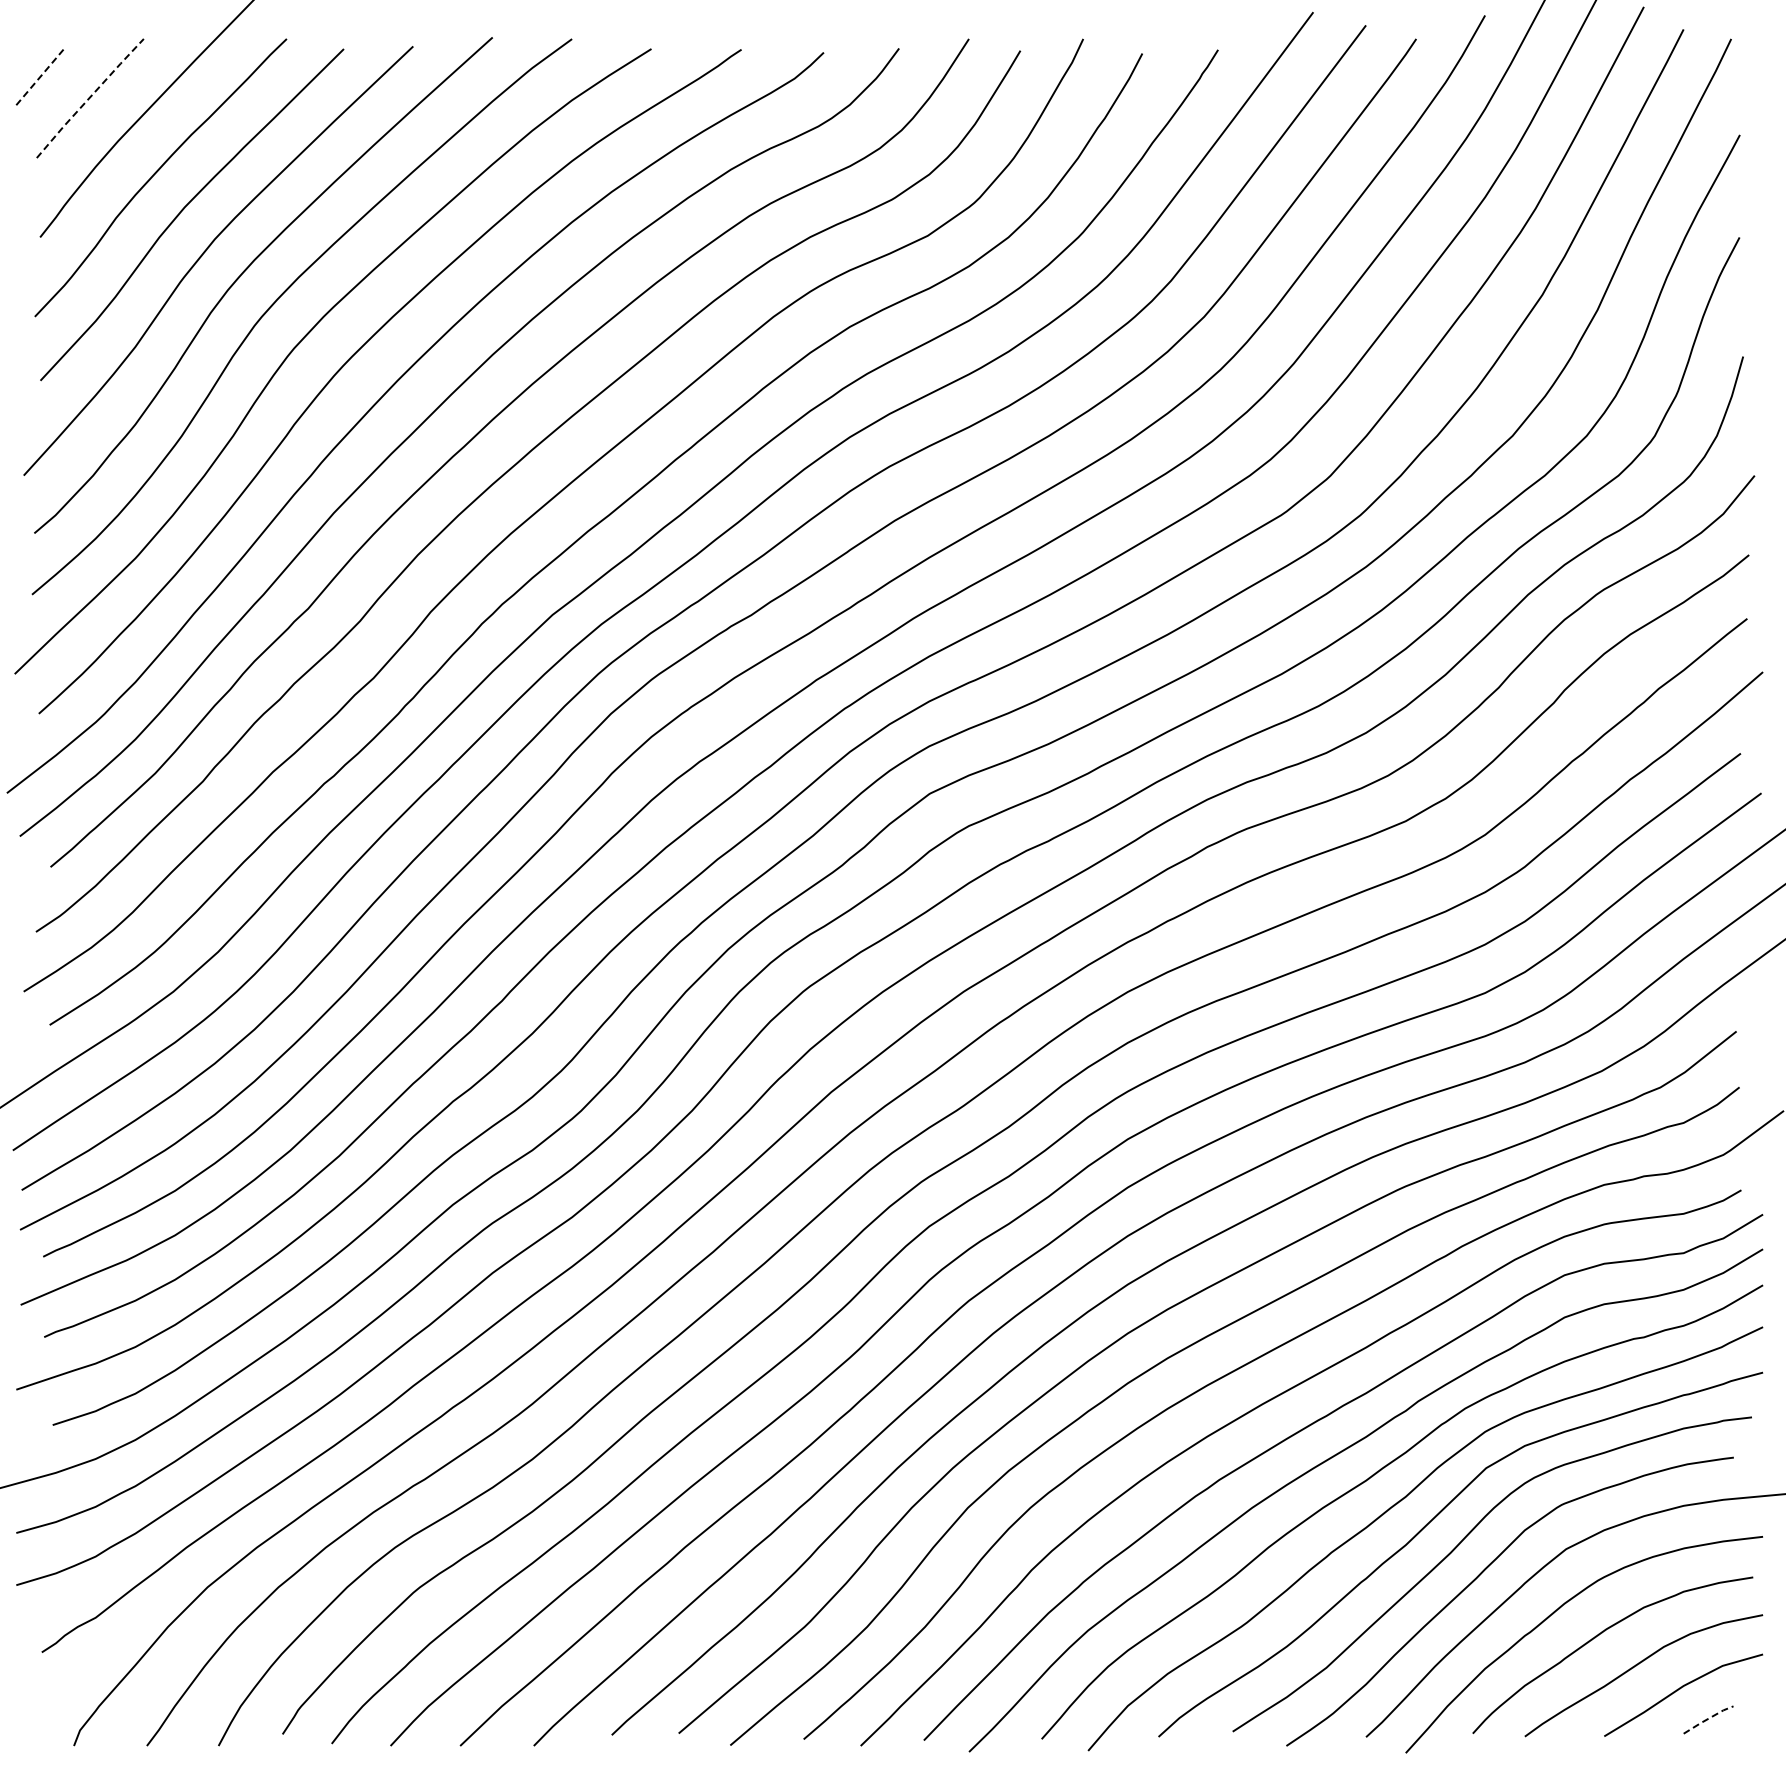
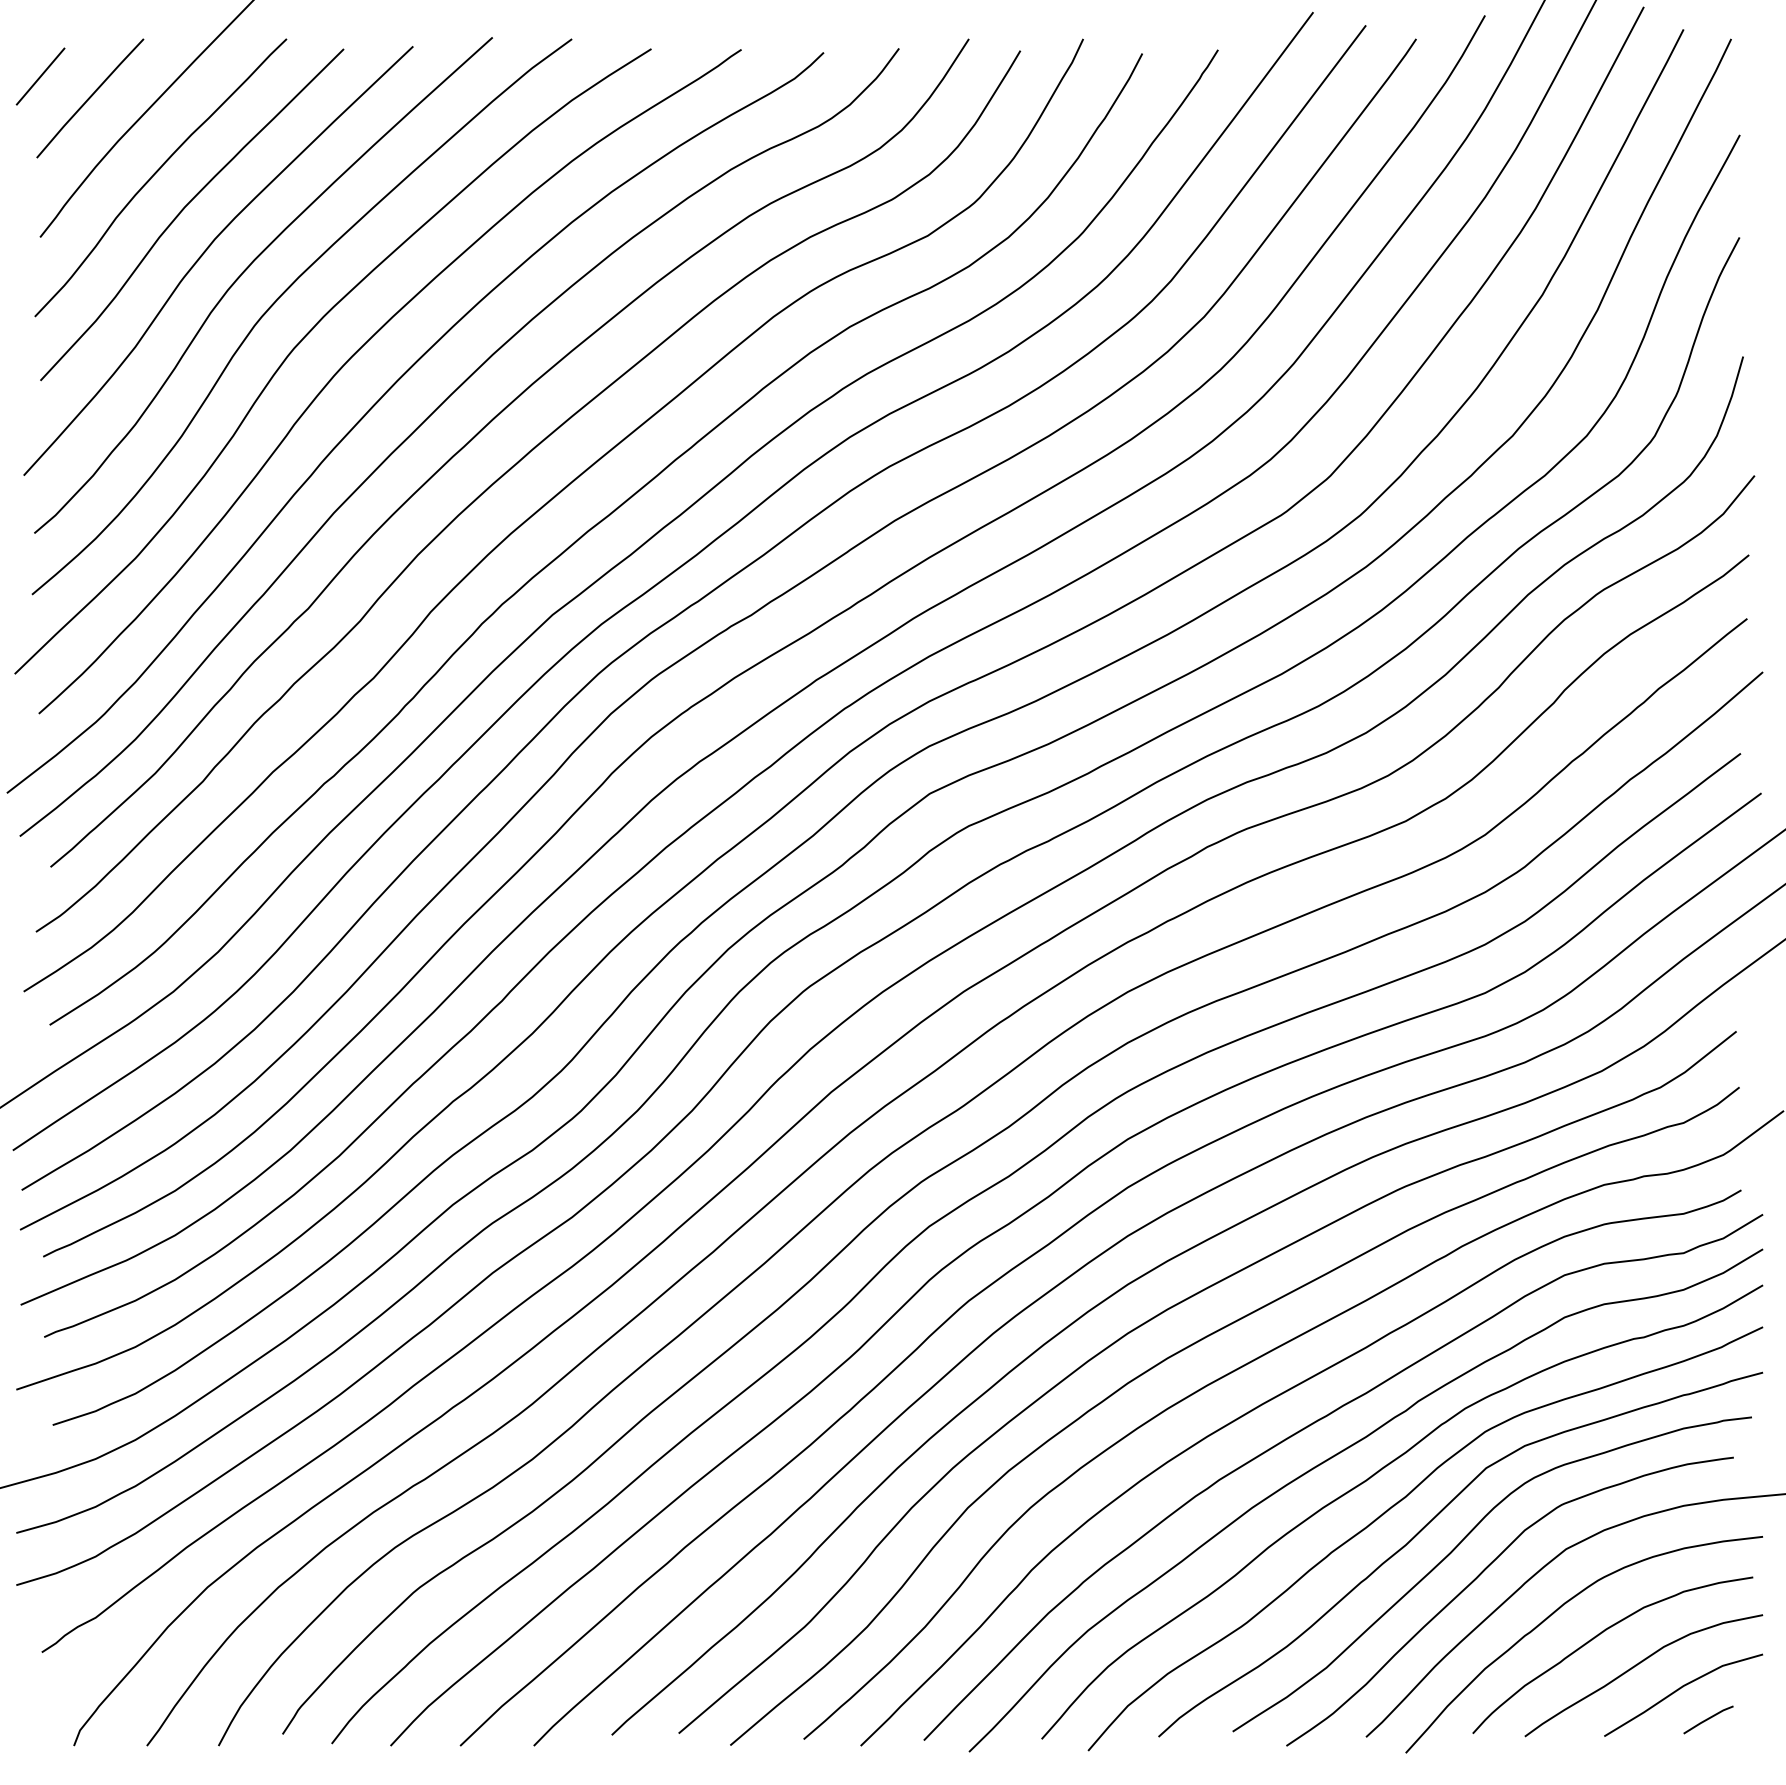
line at (40, 76): dashed -> solid
line at (89, 97): dashed -> solid
line at (1708, 1718): dashed -> solid
